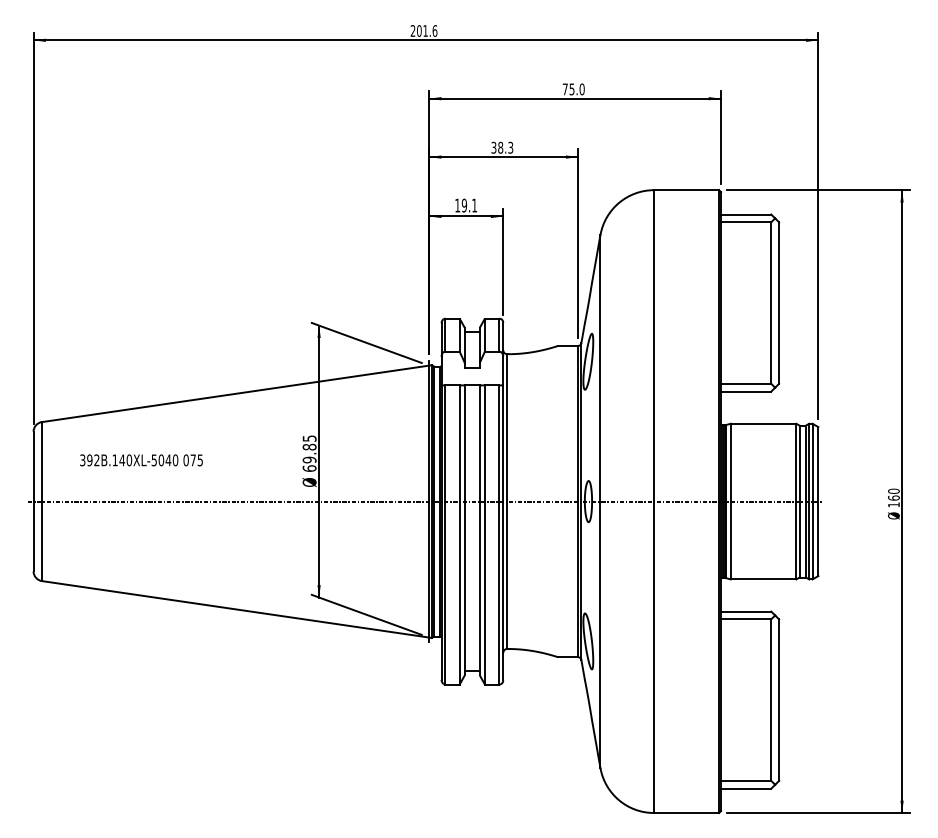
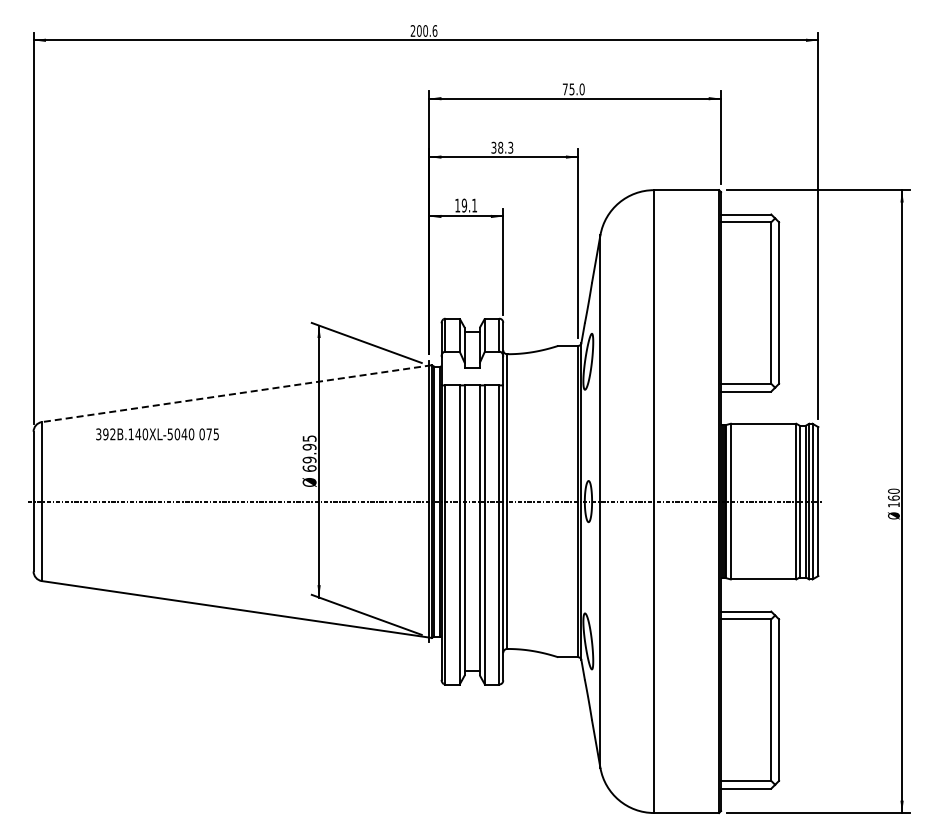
text at (425, 30): 201.6 -> 200.6
line at (236, 393): solid -> dashed
text at (309, 446): 69.85 -> 69.95
text at (141, 460) position: (141, 460) -> (157, 434)
